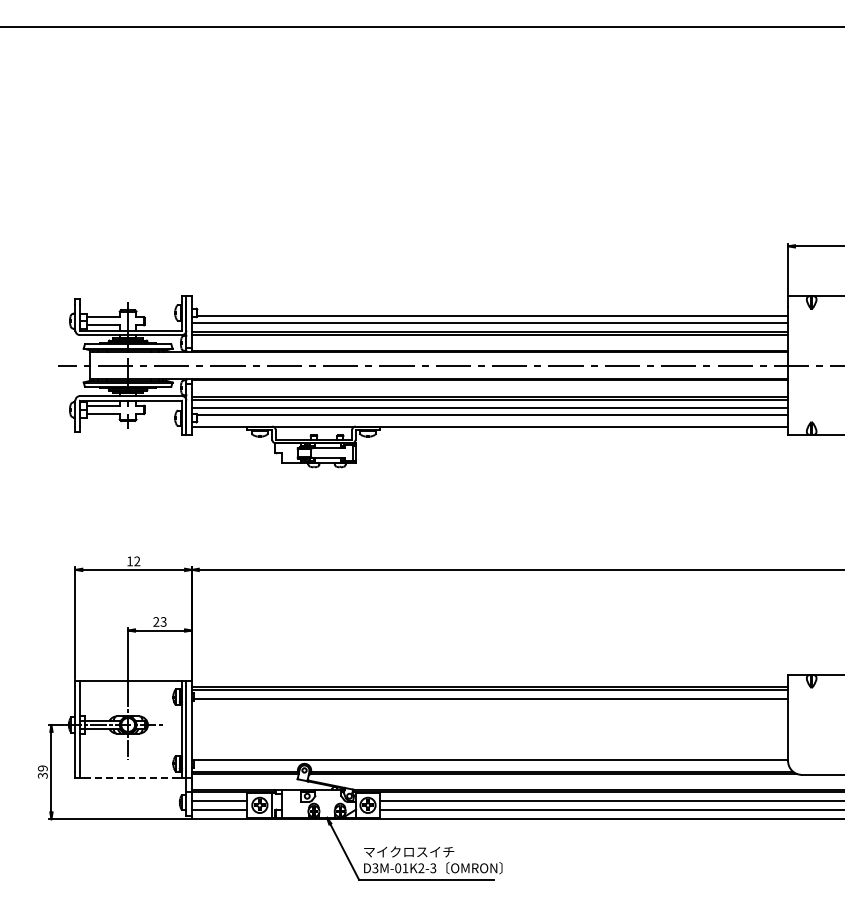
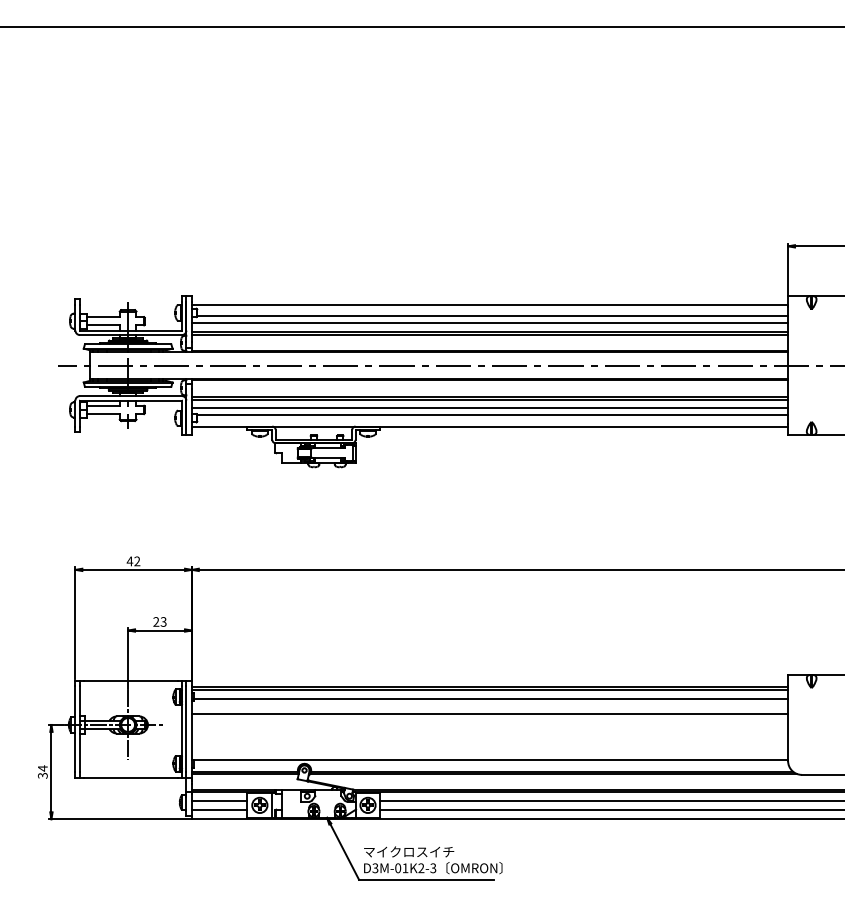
line at (489, 304): none -> present
text at (129, 561): 12 -> 42
line at (489, 713): none -> present
text at (42, 768): 39 -> 34
line at (130, 777): dashed -> solid
